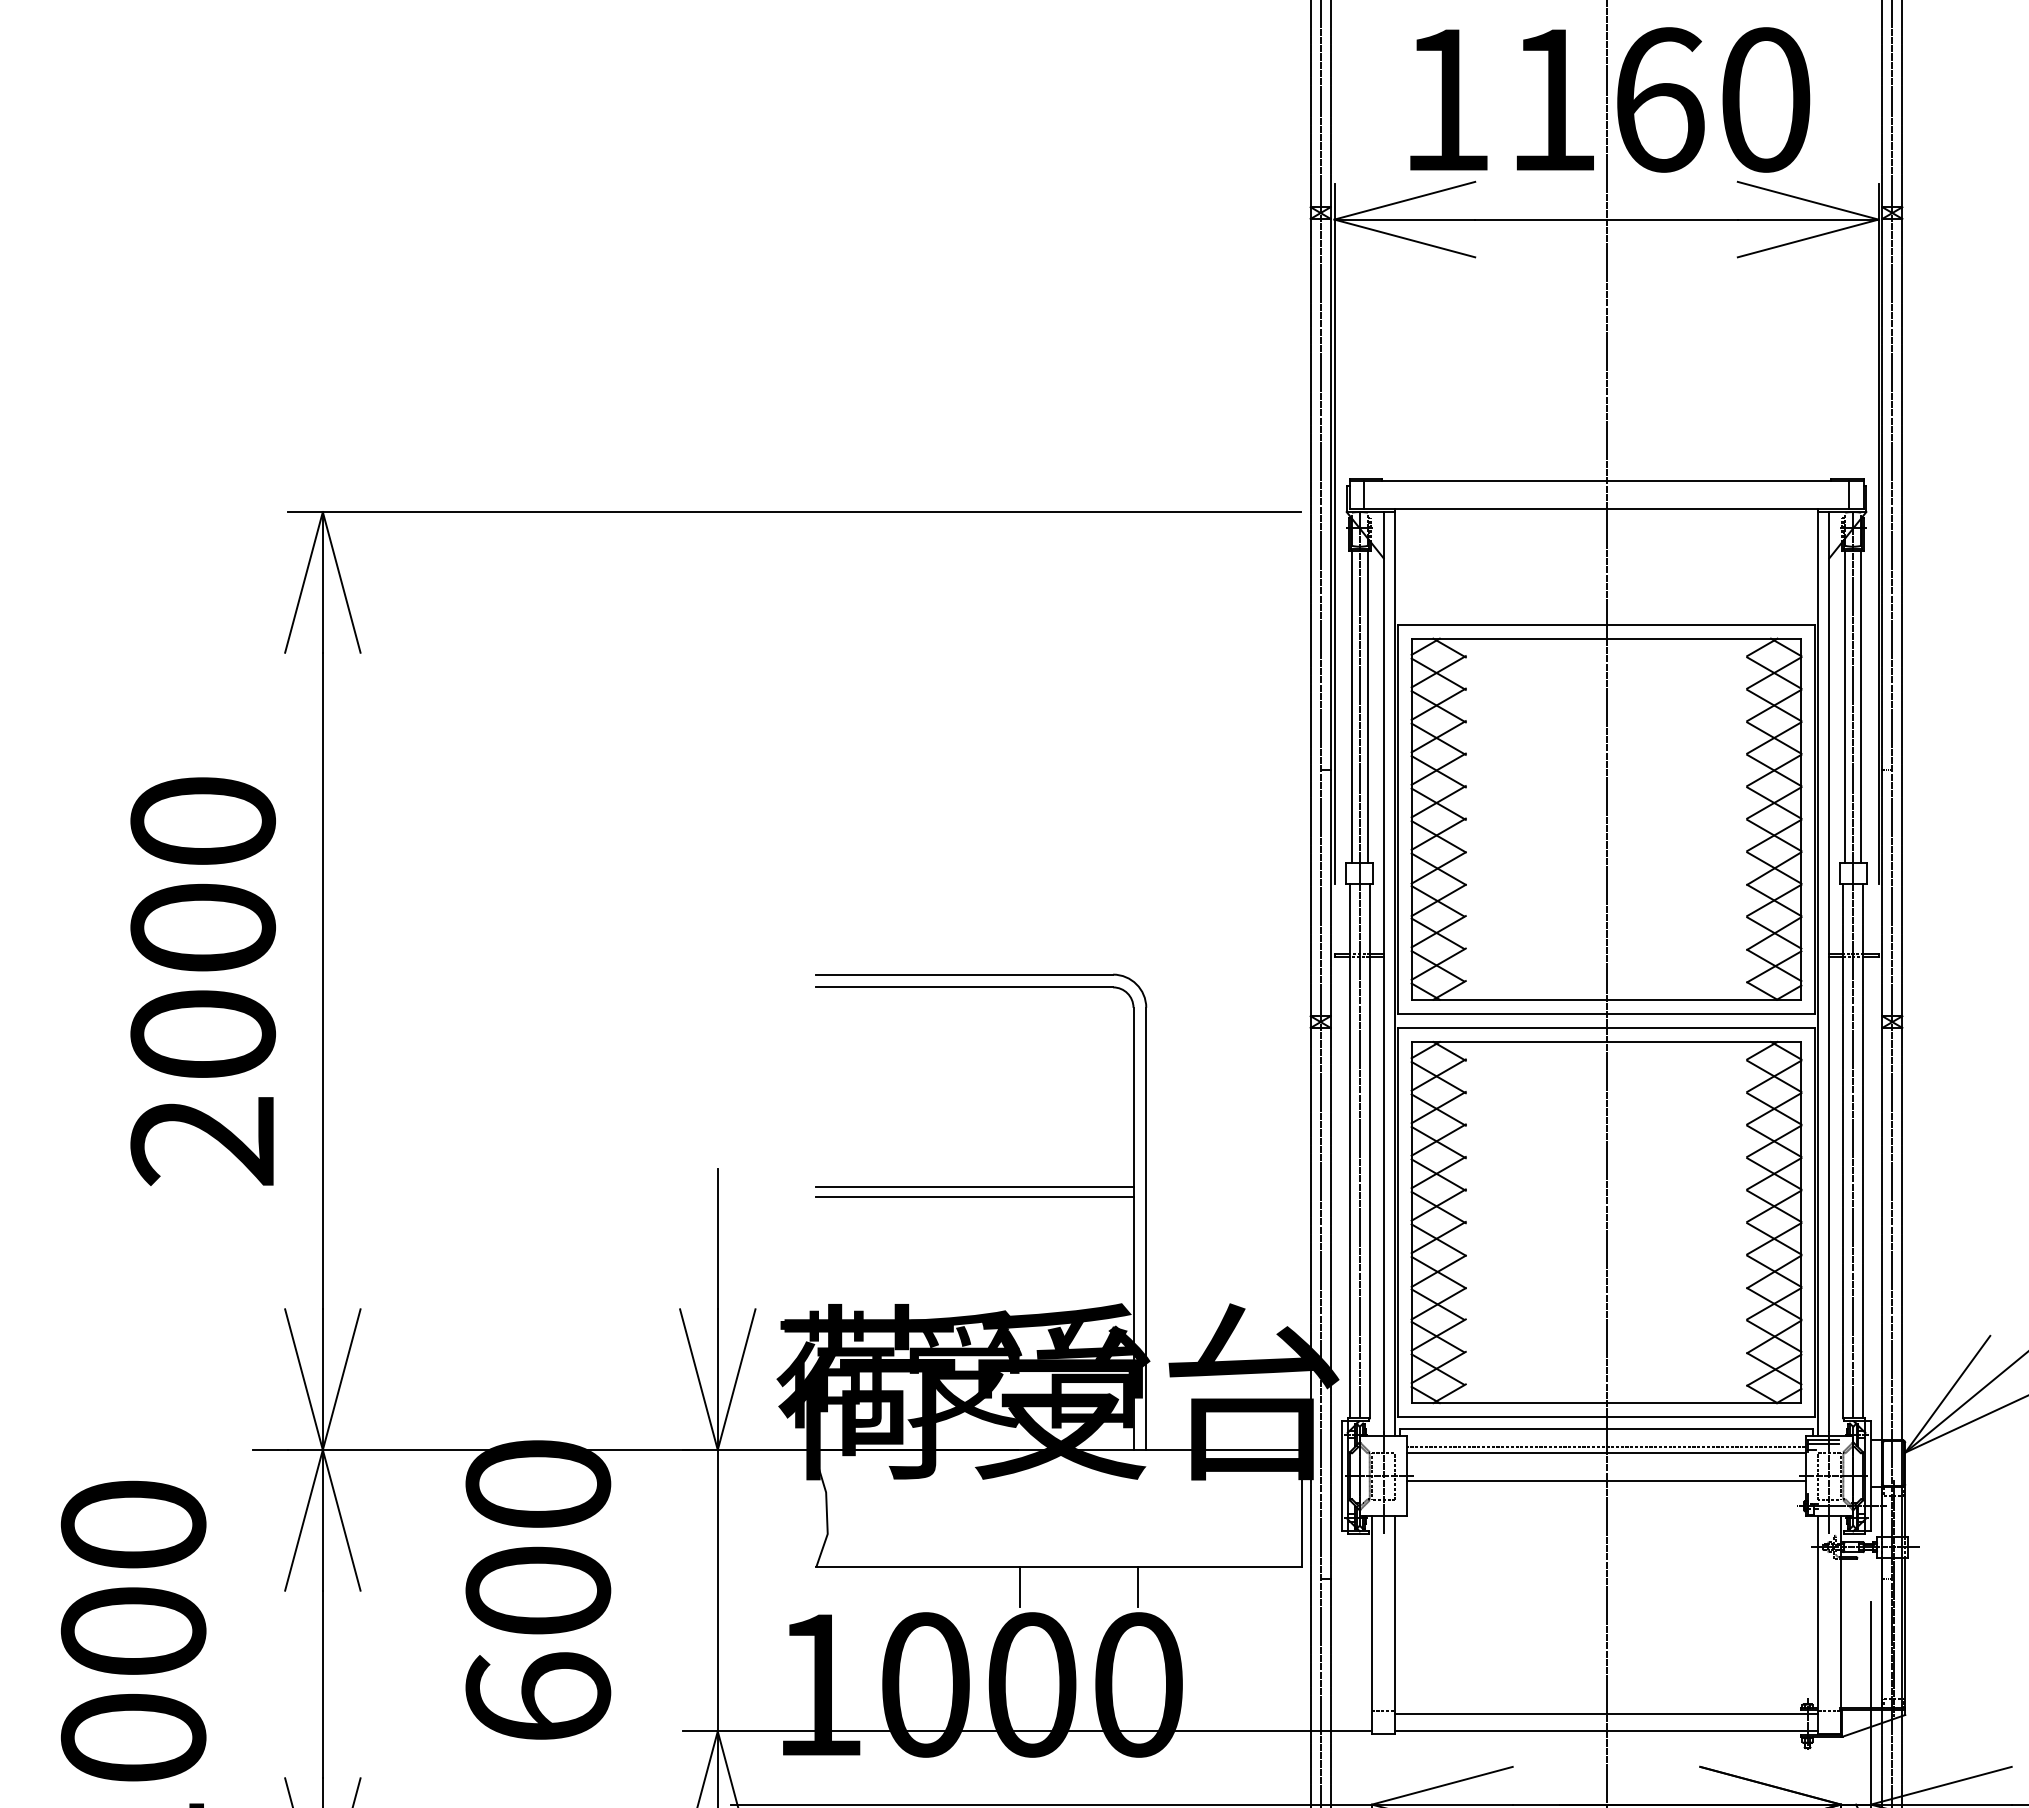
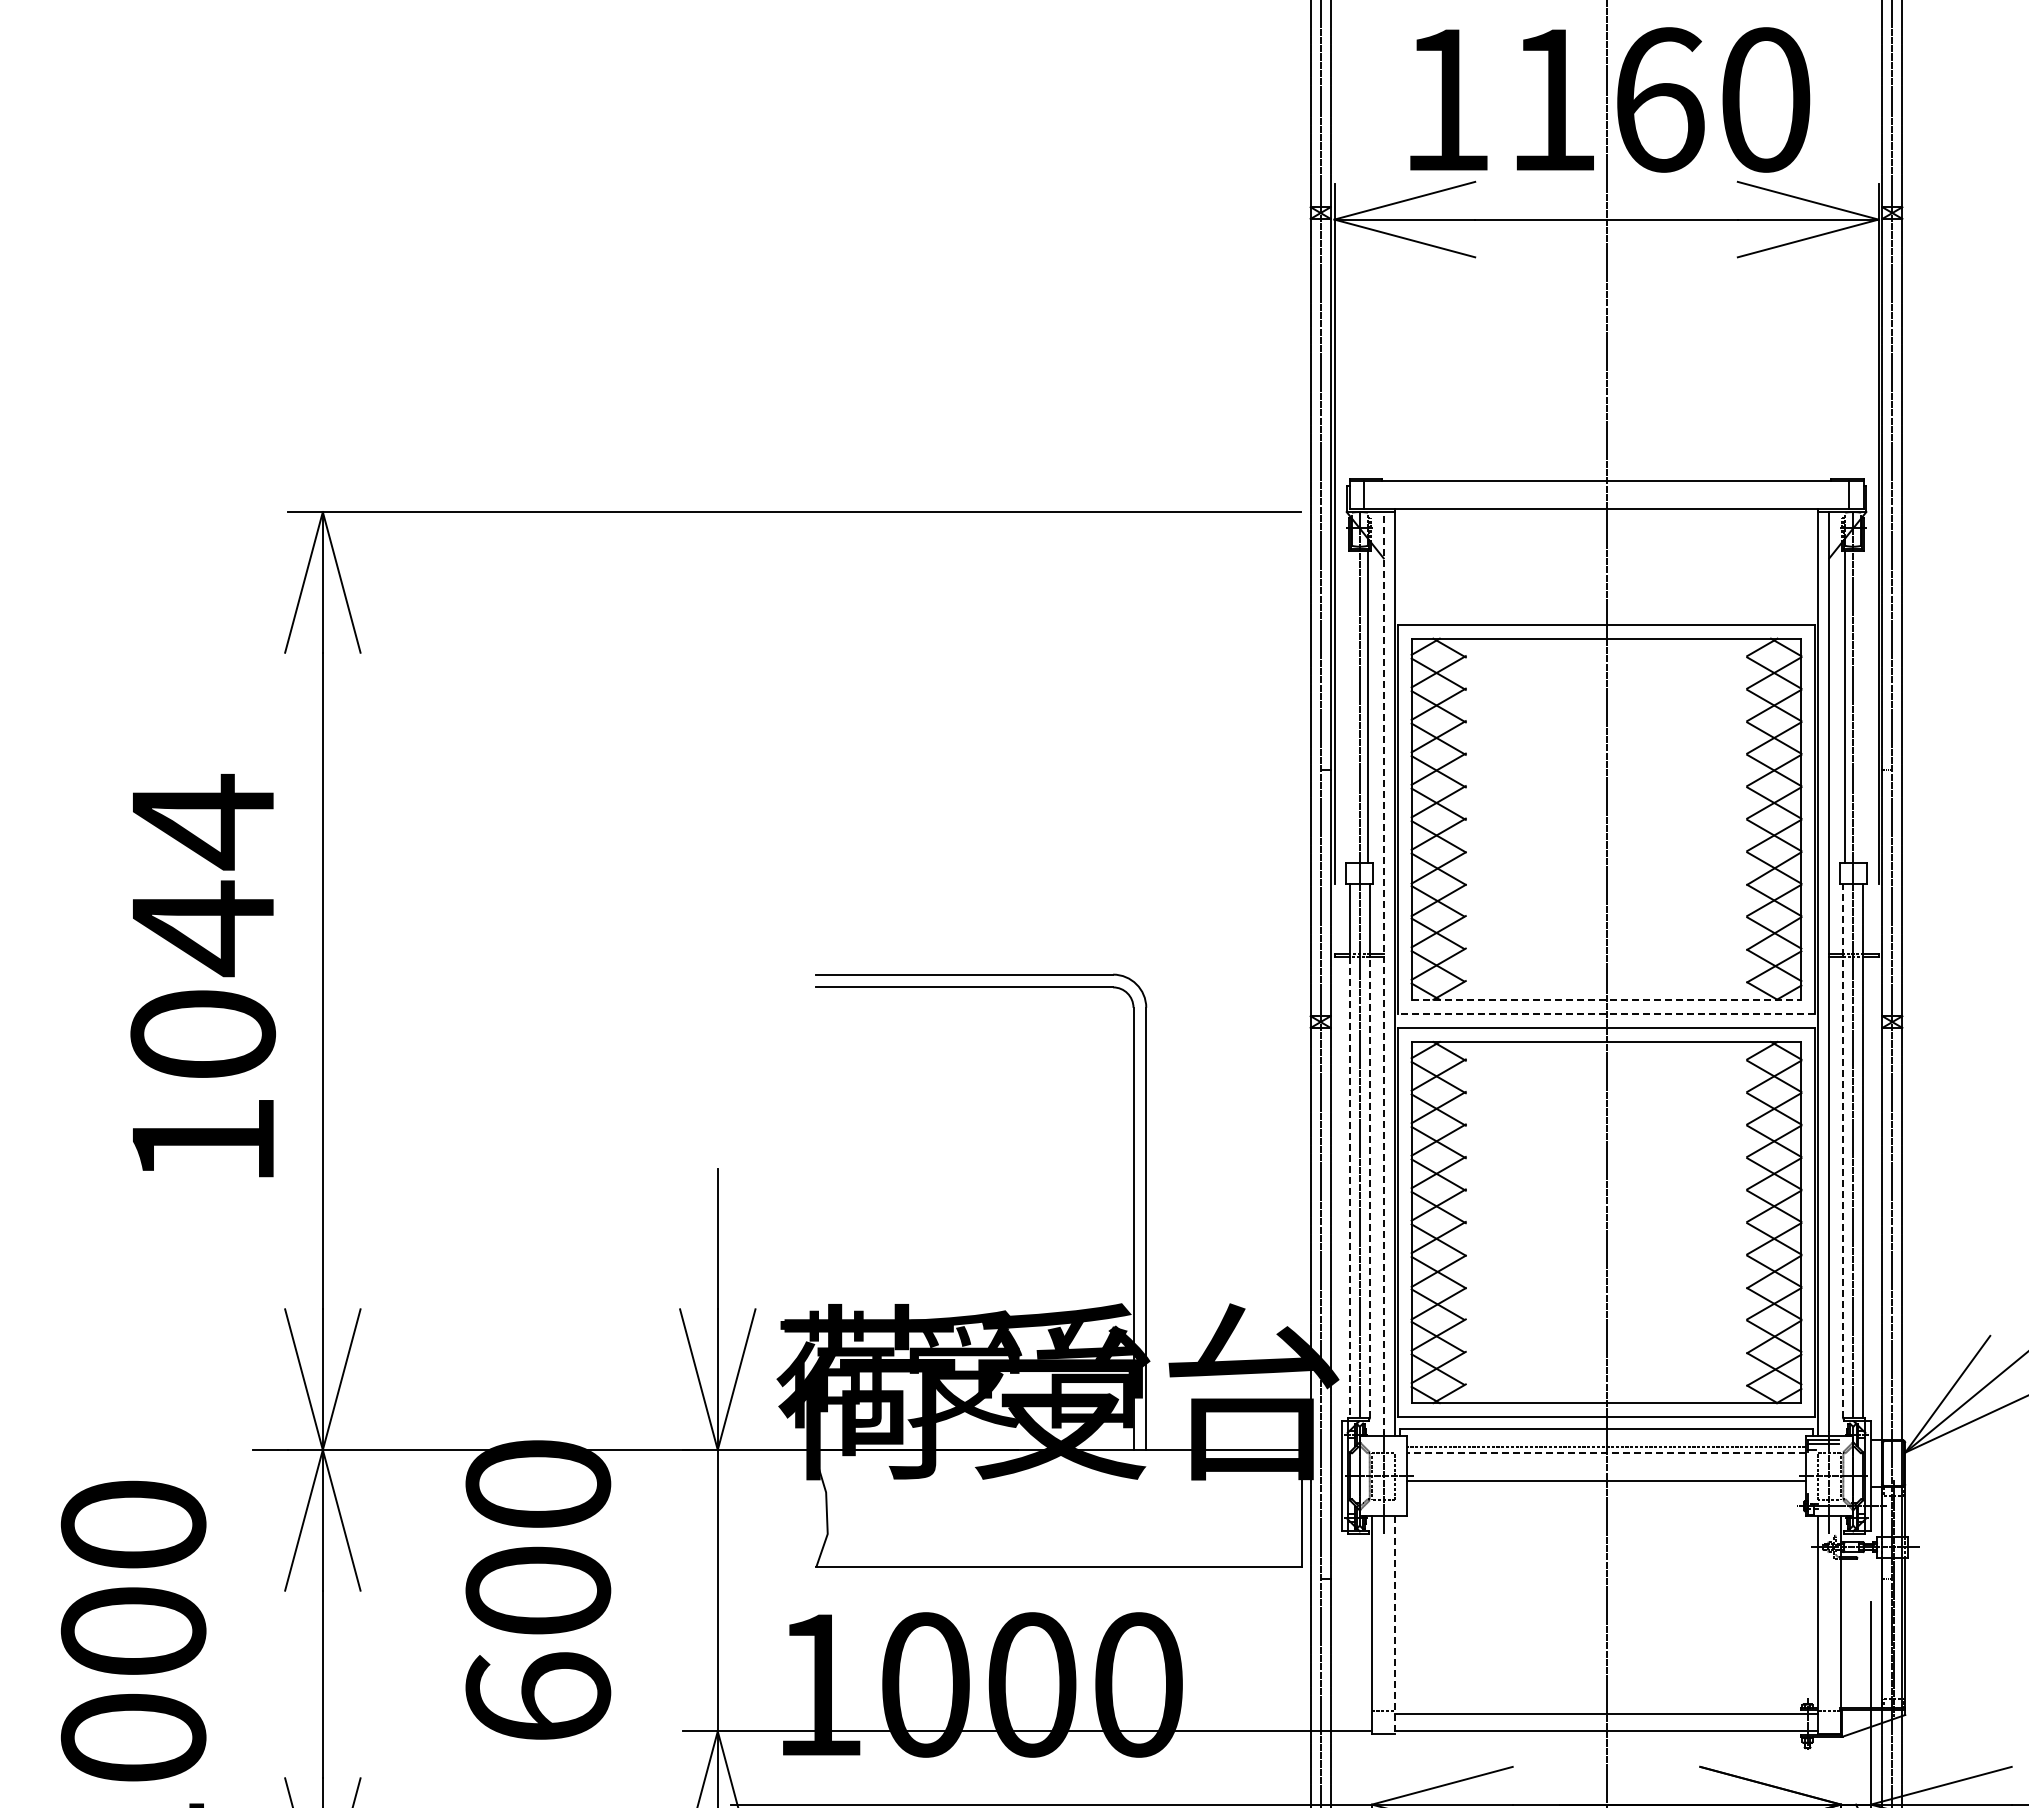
line at (1351, 706): present -> none
line at (1861, 706): present -> none
line at (1383, 973): solid -> dashed
text at (203, 980): 2000 -> 1044
line at (1606, 999): solid -> dashed
line at (1606, 1013): solid -> dashed
line at (1843, 1150): solid -> dashed
line at (974, 1186): present -> none
line at (1349, 1187): solid -> dashed
line at (1369, 1187): solid -> dashed
line at (974, 1197): present -> none
line at (1606, 1452): solid -> dashed
line at (1020, 1586): present -> none
line at (1137, 1586): present -> none
line at (1395, 1625): solid -> dashed
